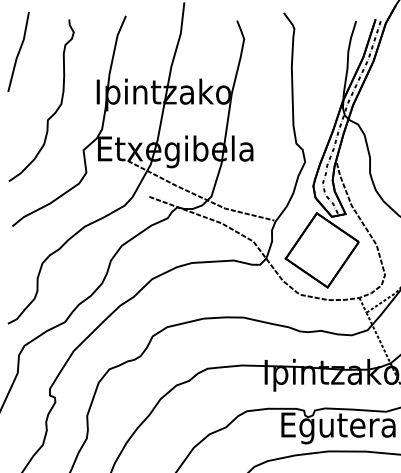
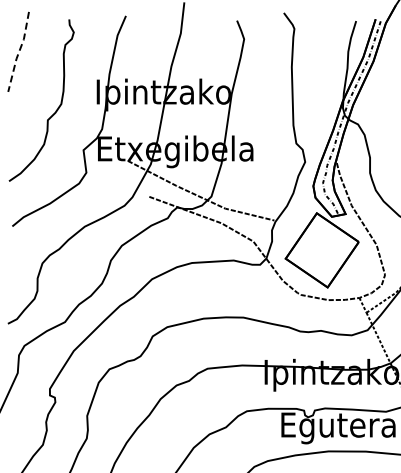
line at (19, 51): solid -> dashed
